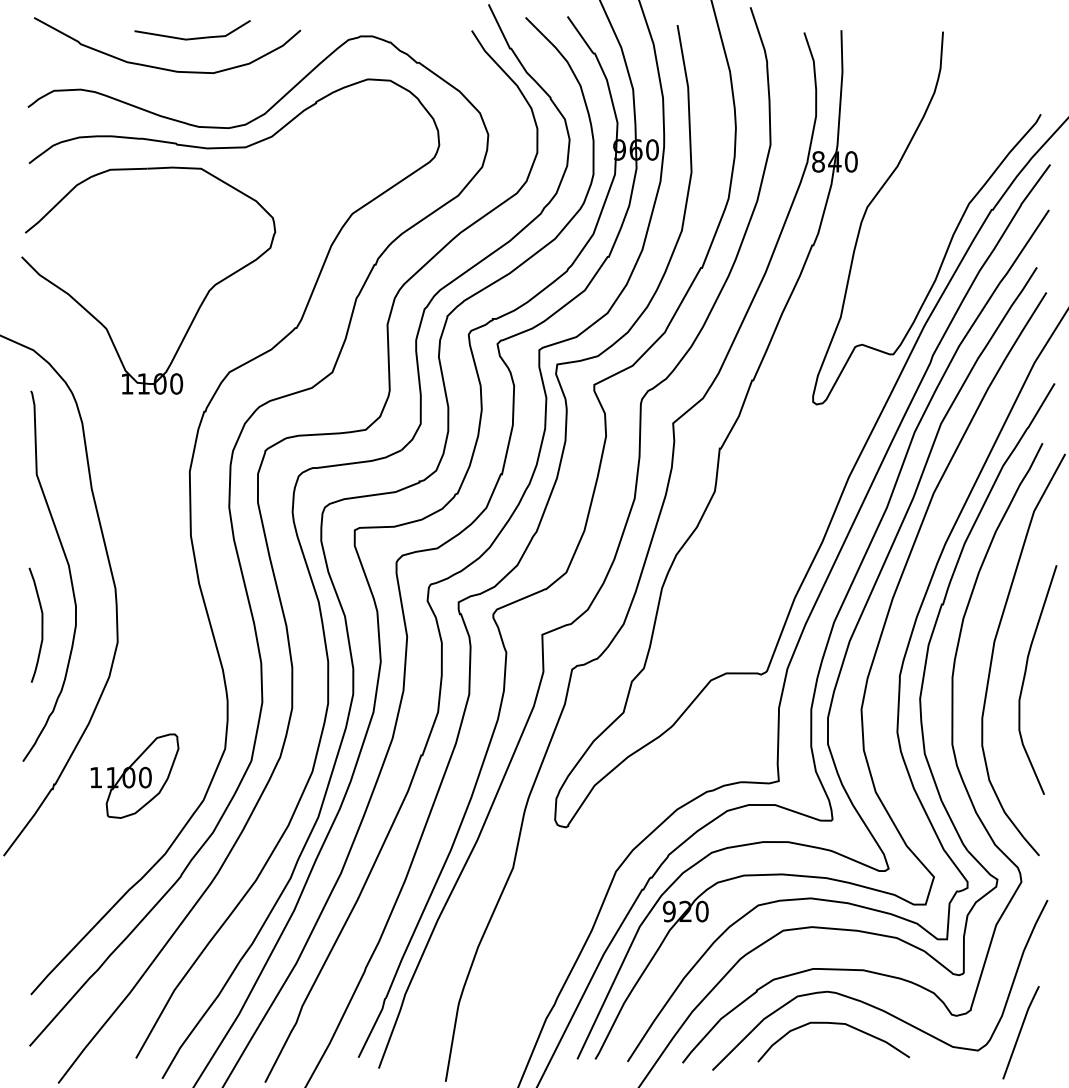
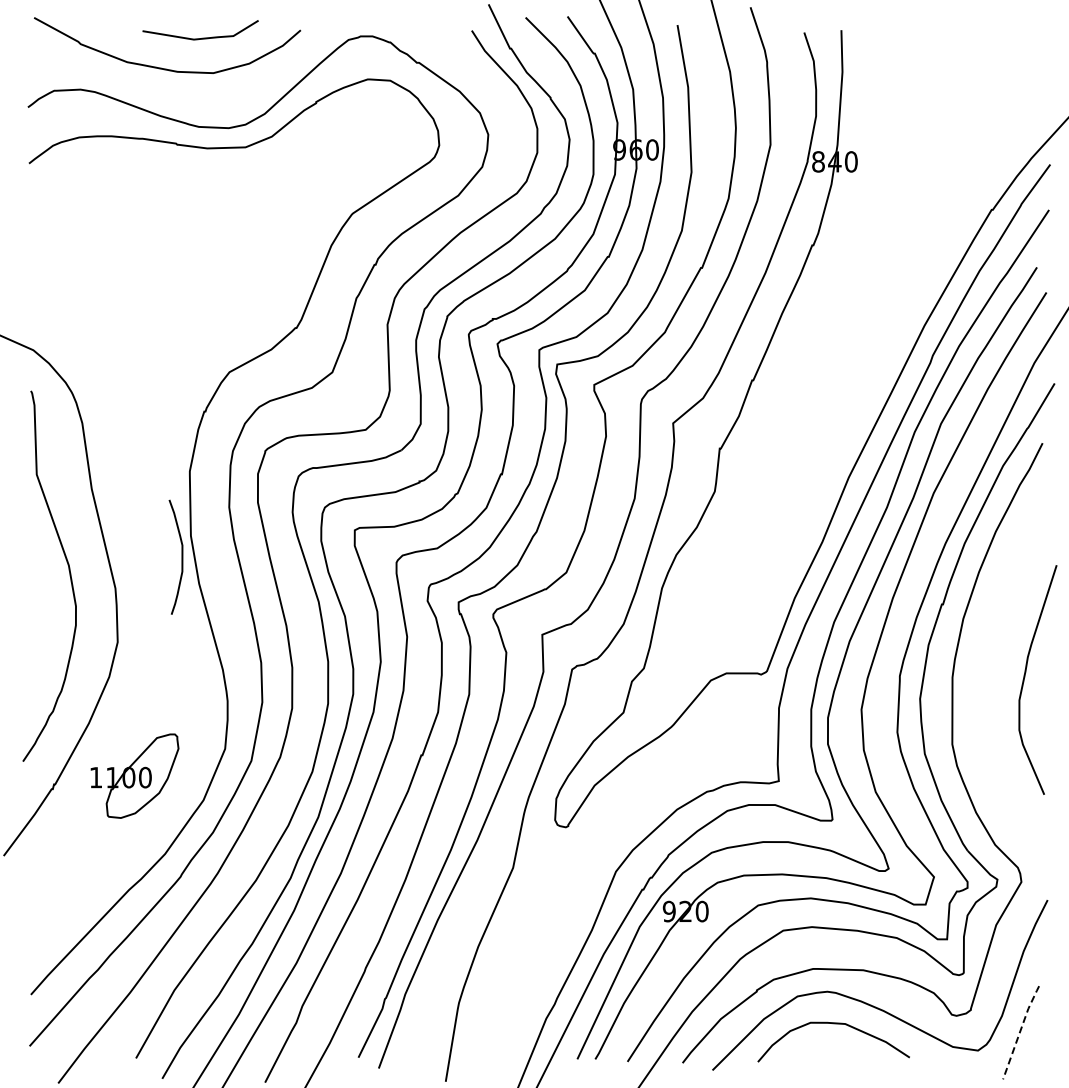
line at (194, 37) position: (194, 37) -> (202, 37)
curve at (953, 232): present -> none
part at (199, 305): present -> none
curve at (41, 624) position: (41, 624) -> (181, 556)
curve at (994, 649): present -> none
line at (1020, 1031): solid -> dashed
